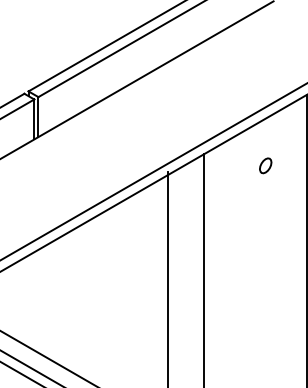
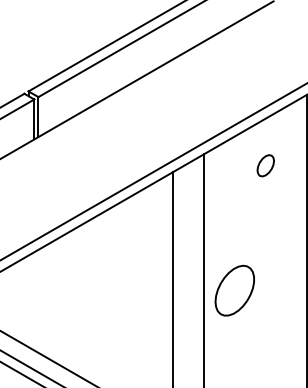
part at (265, 165) size: 14x18 px -> 19x24 px
line at (168, 278) position: (168, 278) -> (173, 278)
part at (234, 290): none -> present
